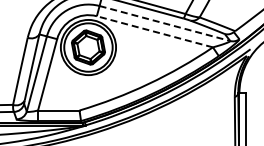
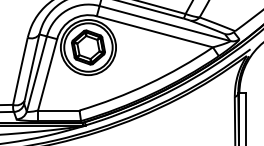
line at (164, 23): dashed -> solid
line at (154, 31): dashed -> solid
